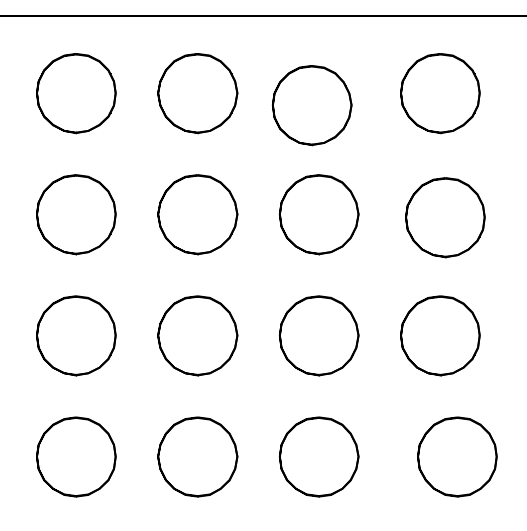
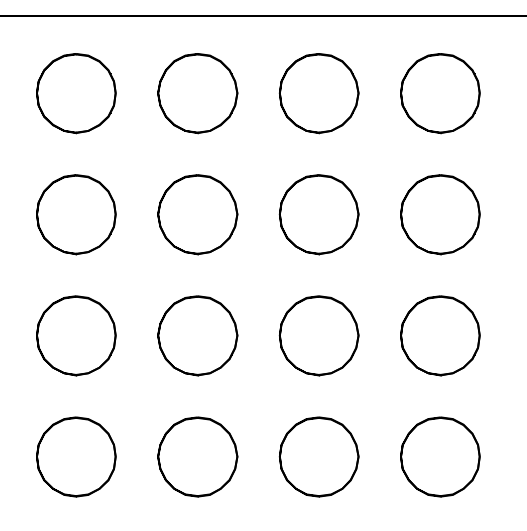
part at (311, 105) position: (311, 105) -> (318, 93)
part at (445, 217) position: (445, 217) -> (440, 214)
part at (457, 456) position: (457, 456) -> (440, 456)
